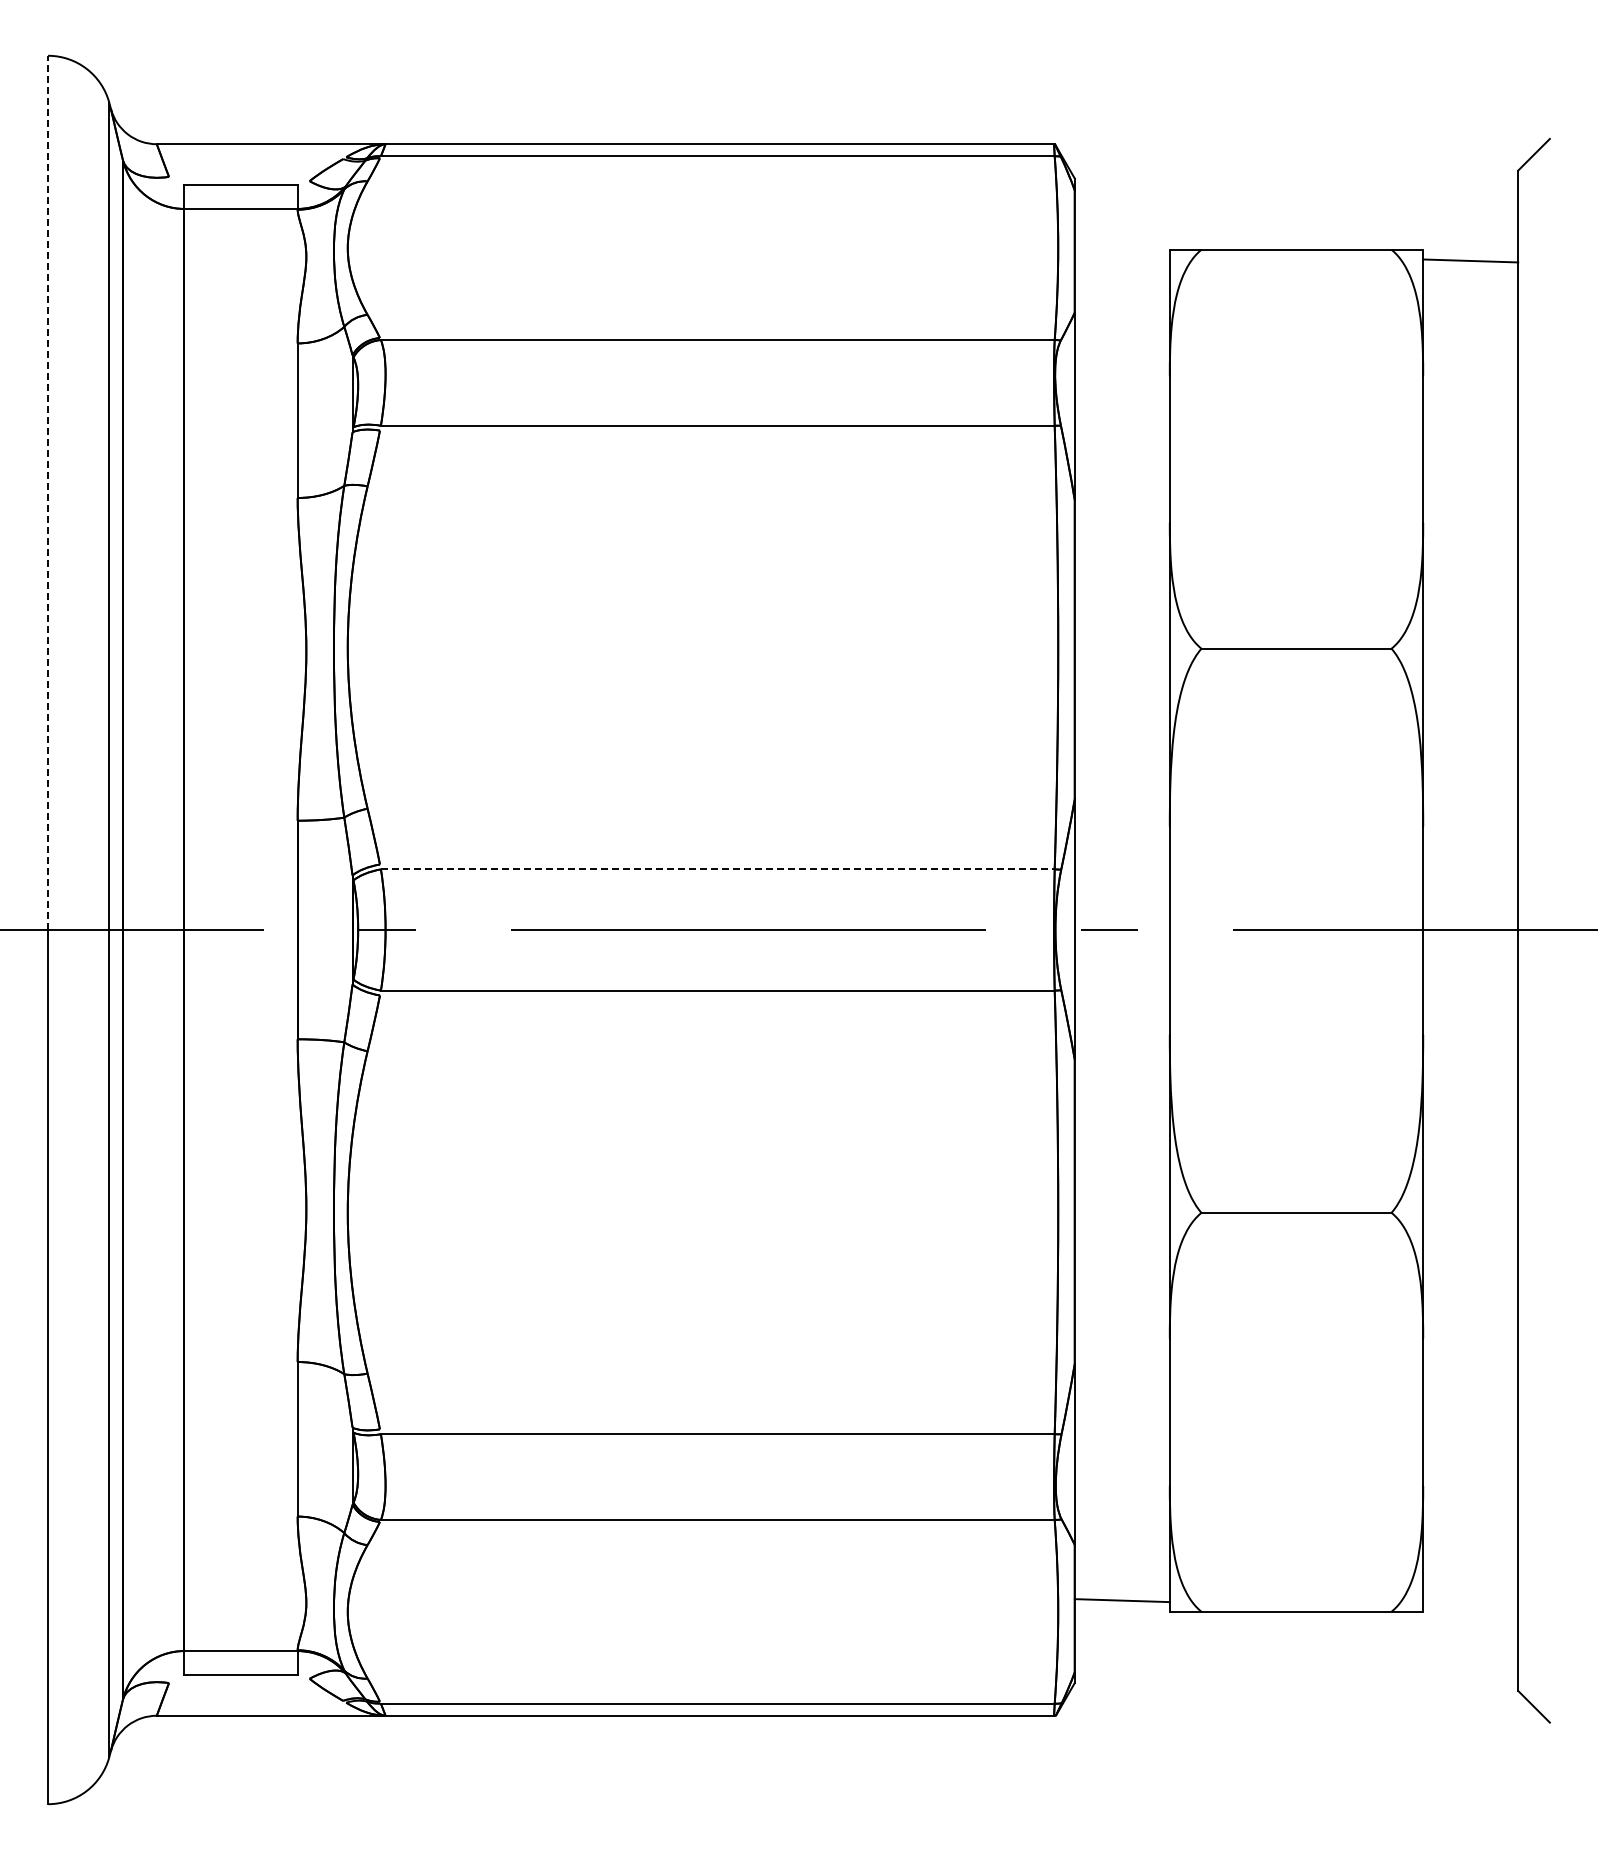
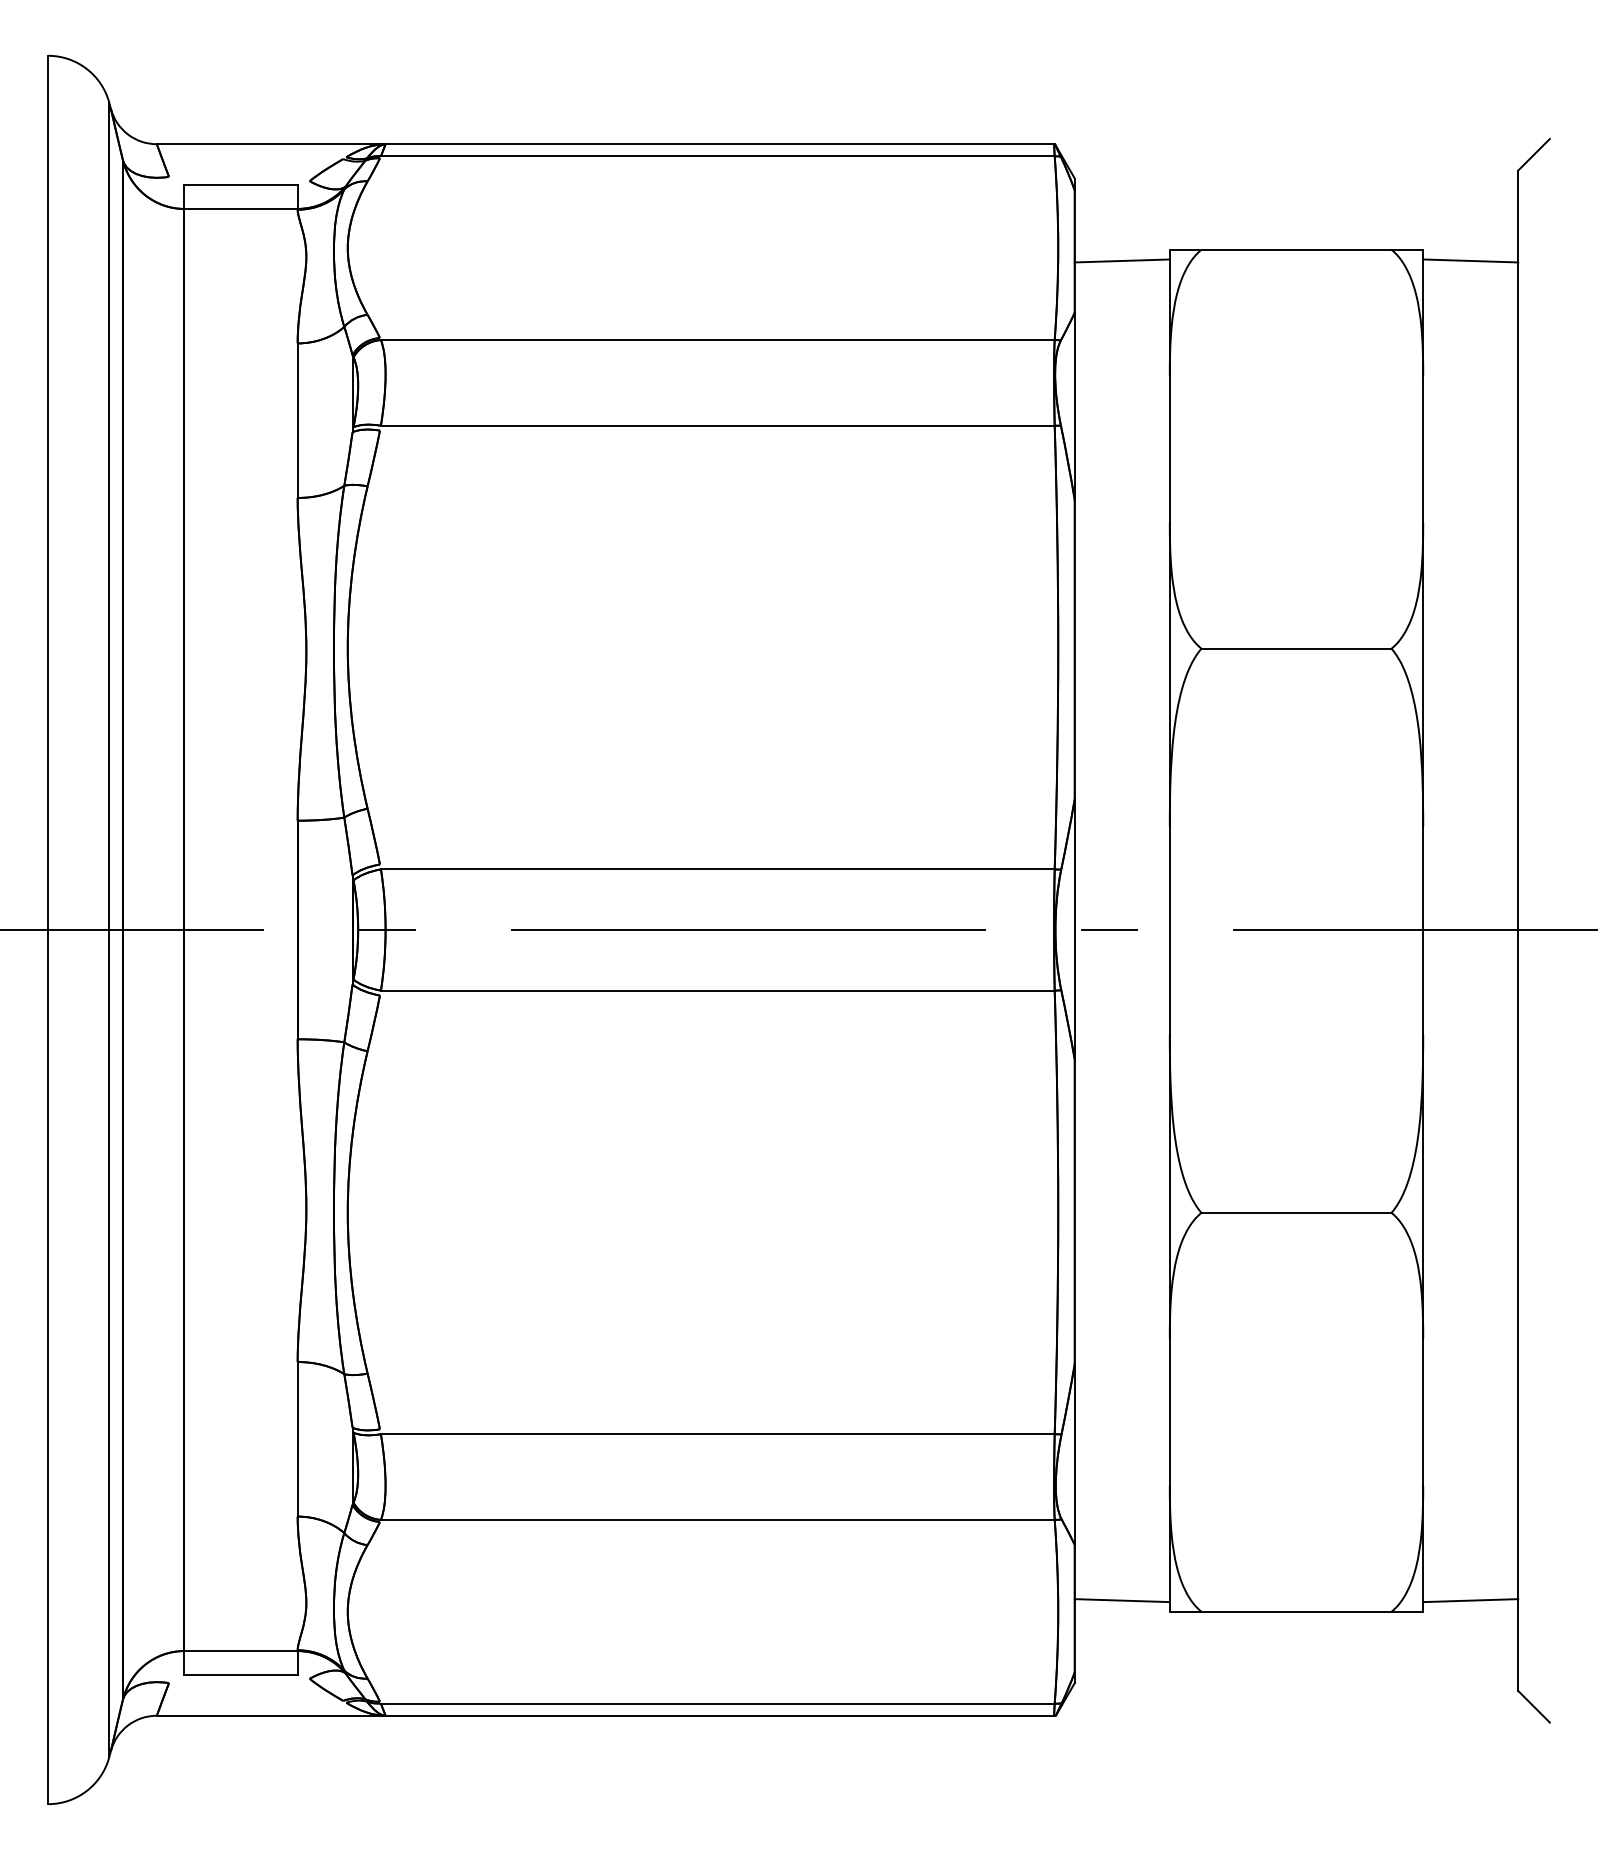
line at (1121, 260): none -> present
line at (48, 492): dashed -> solid
line at (717, 869): dashed -> solid
line at (1470, 1600): none -> present
